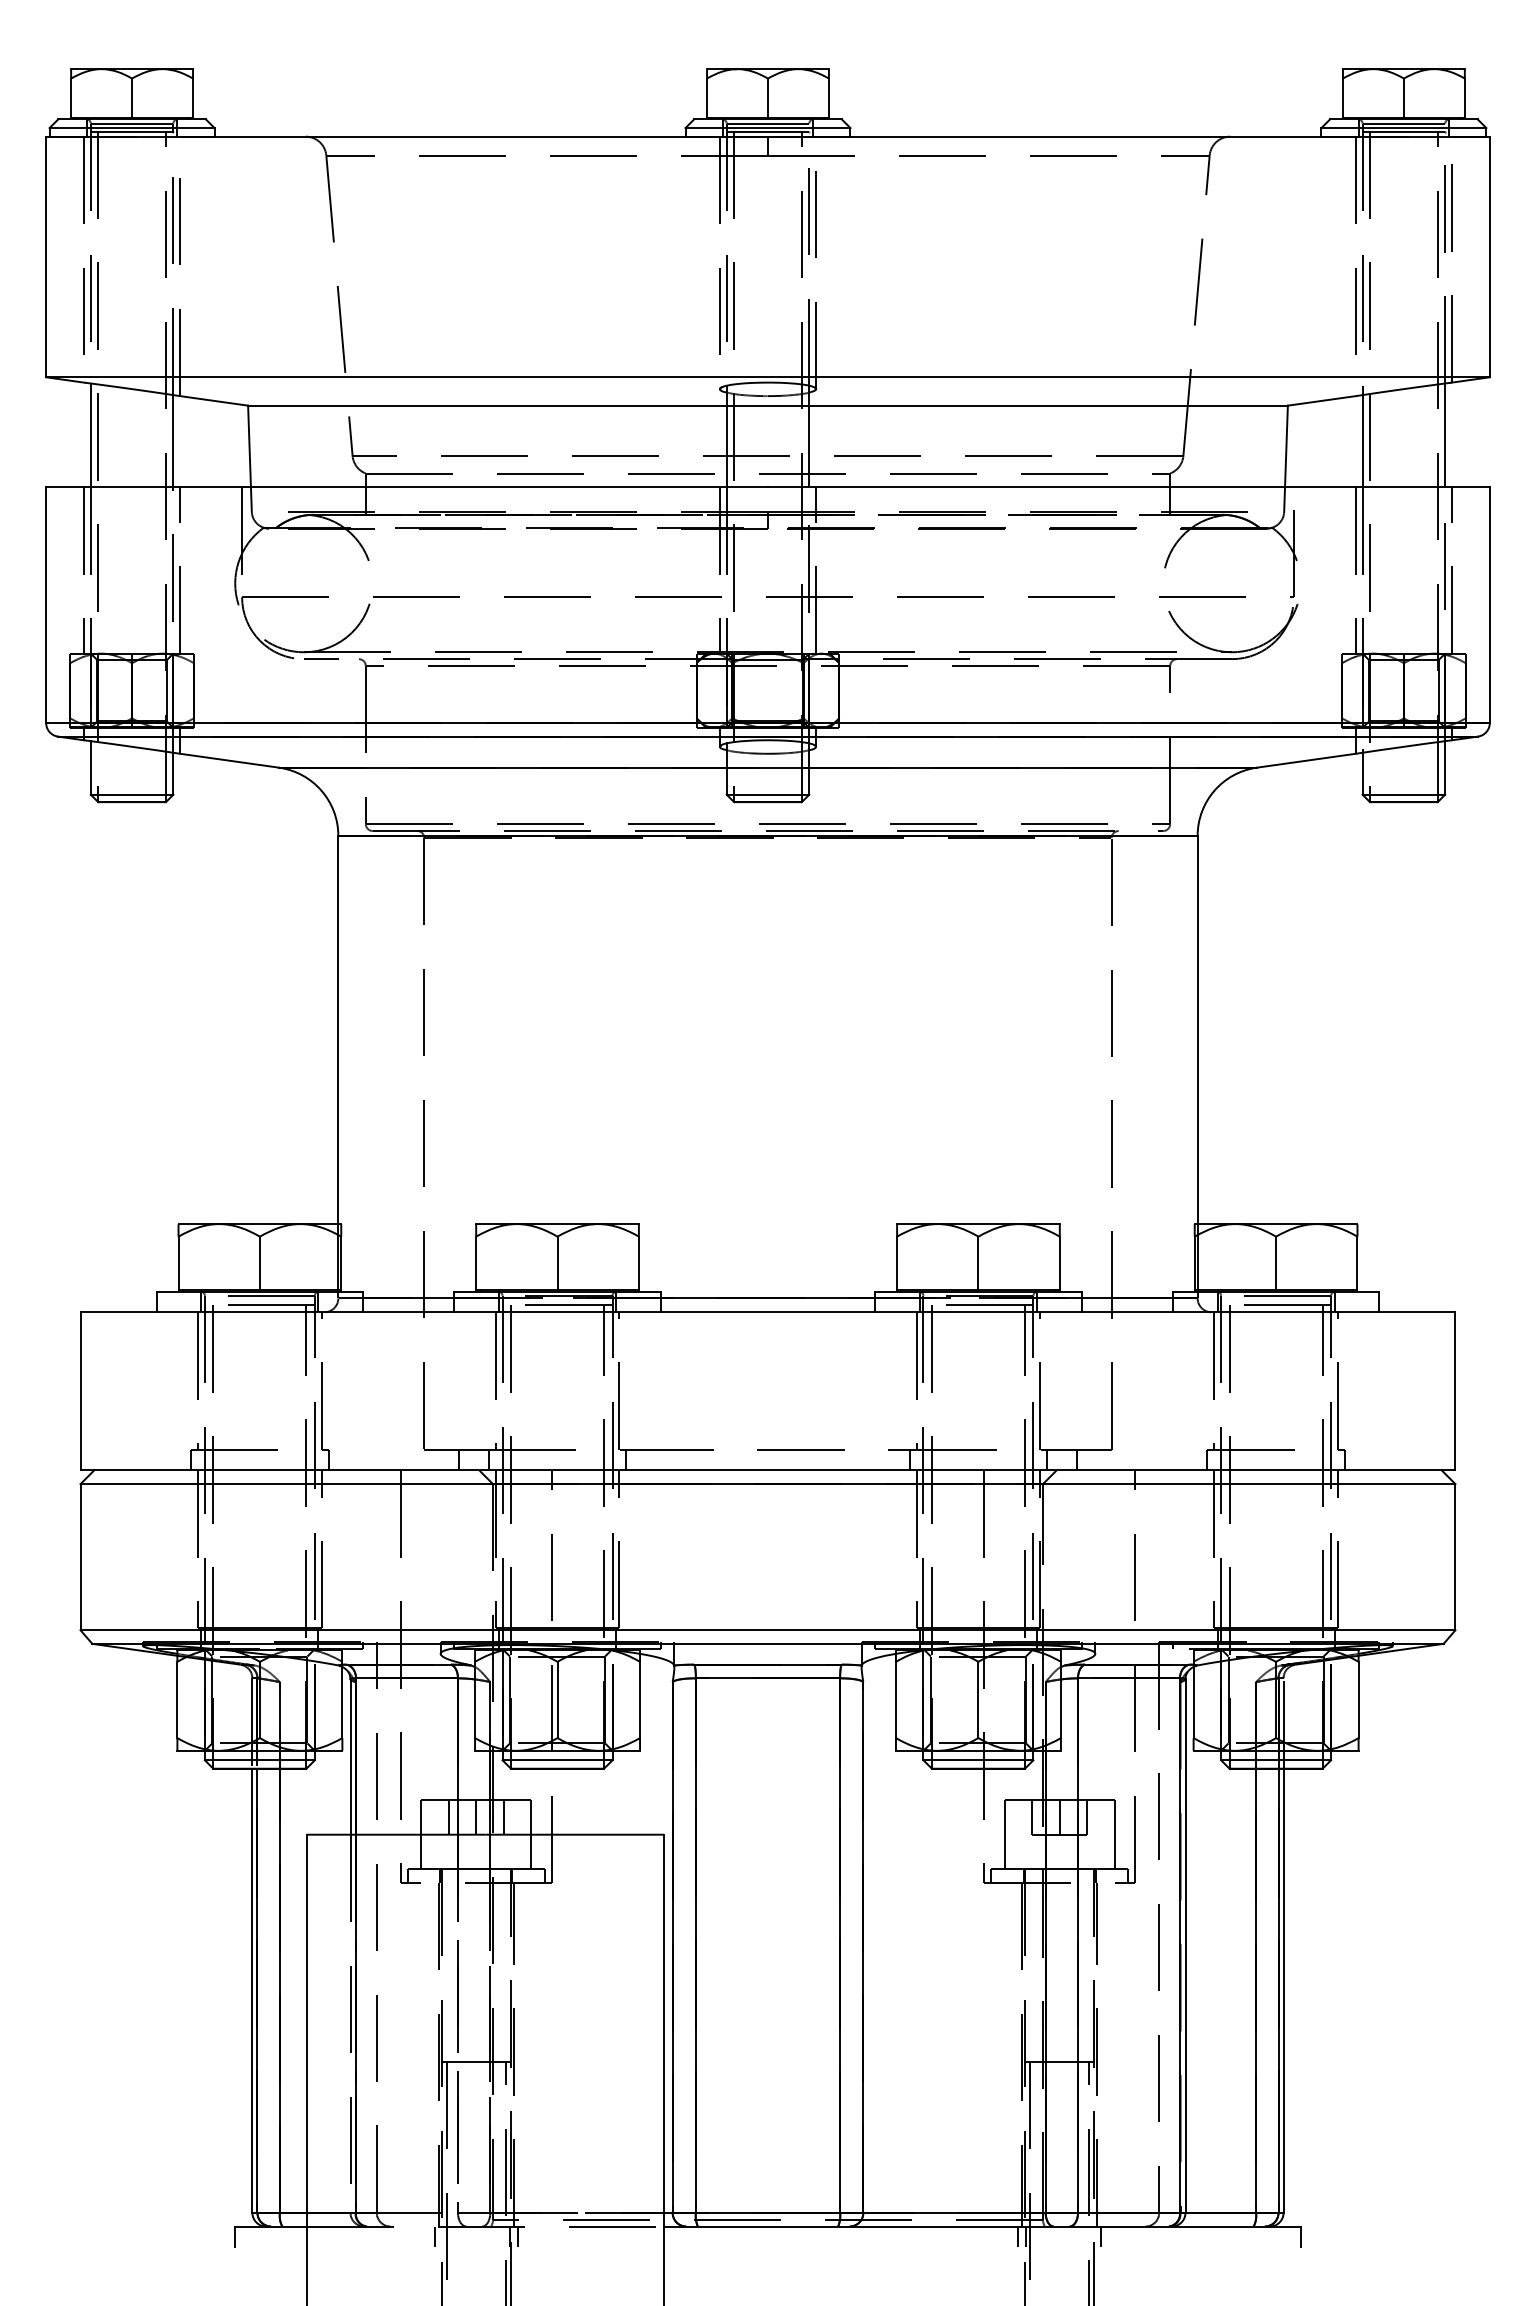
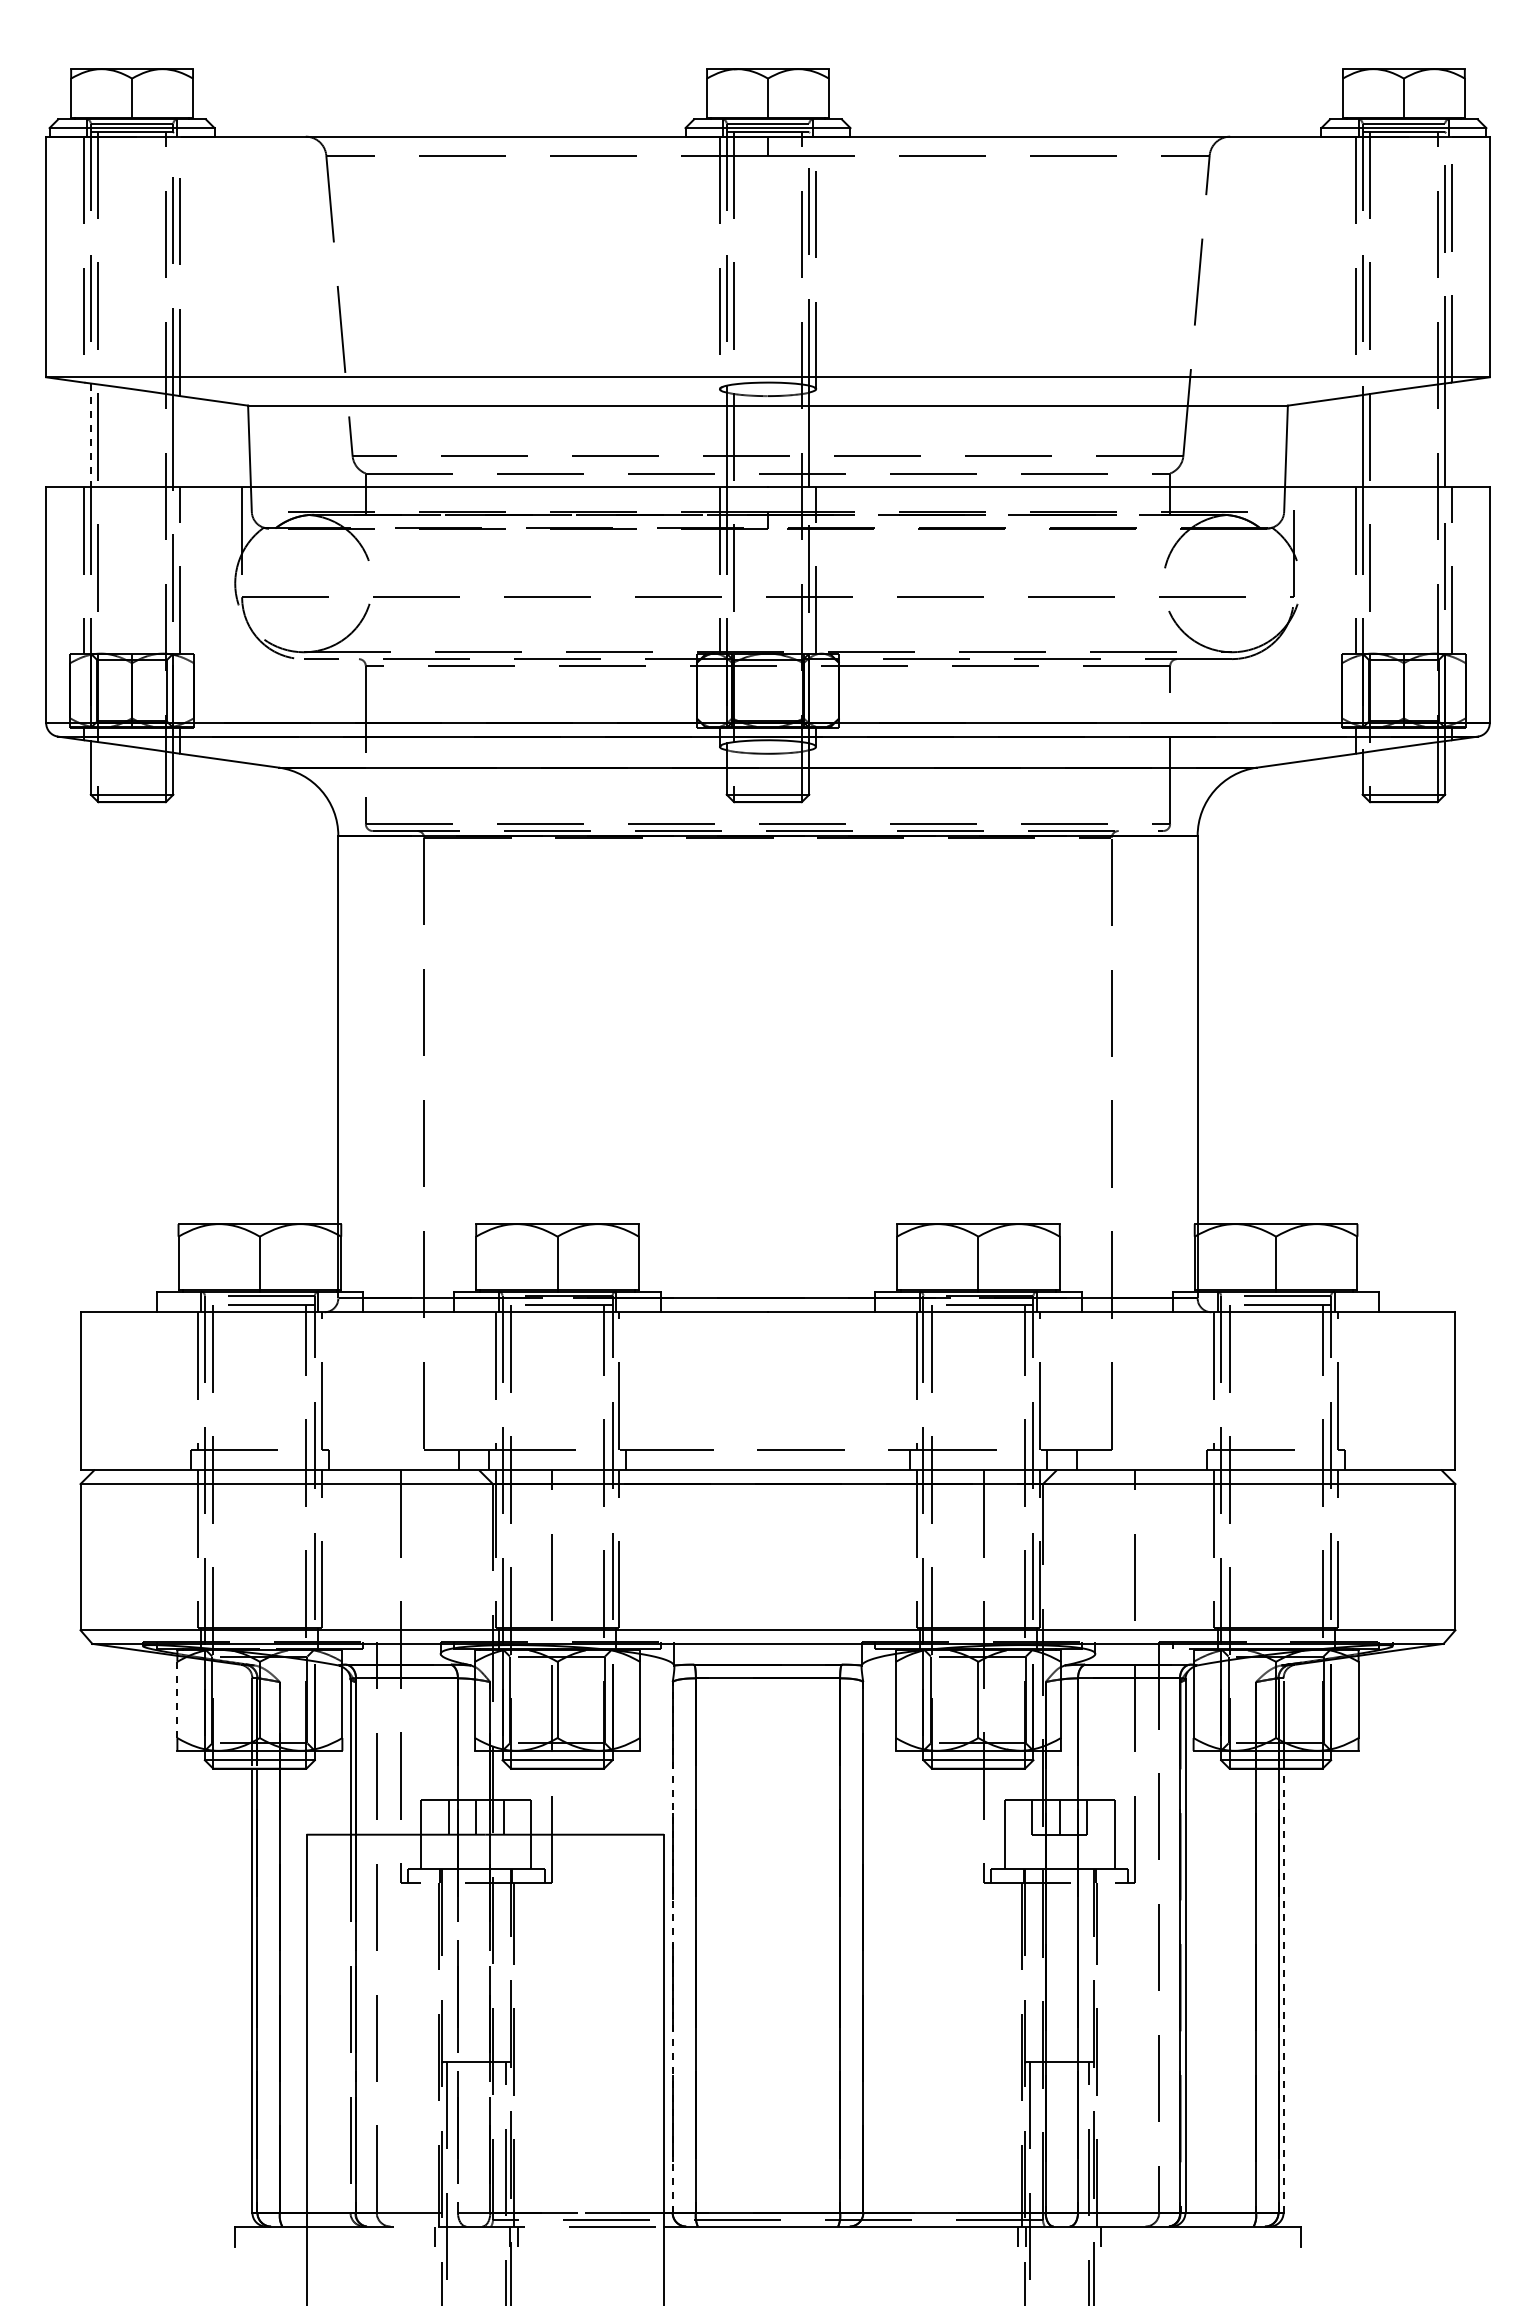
line at (90, 435): solid -> dashed
line at (177, 1699): solid -> dashed
line at (672, 1946): solid -> dashed
line at (1283, 1990): solid -> dashed
